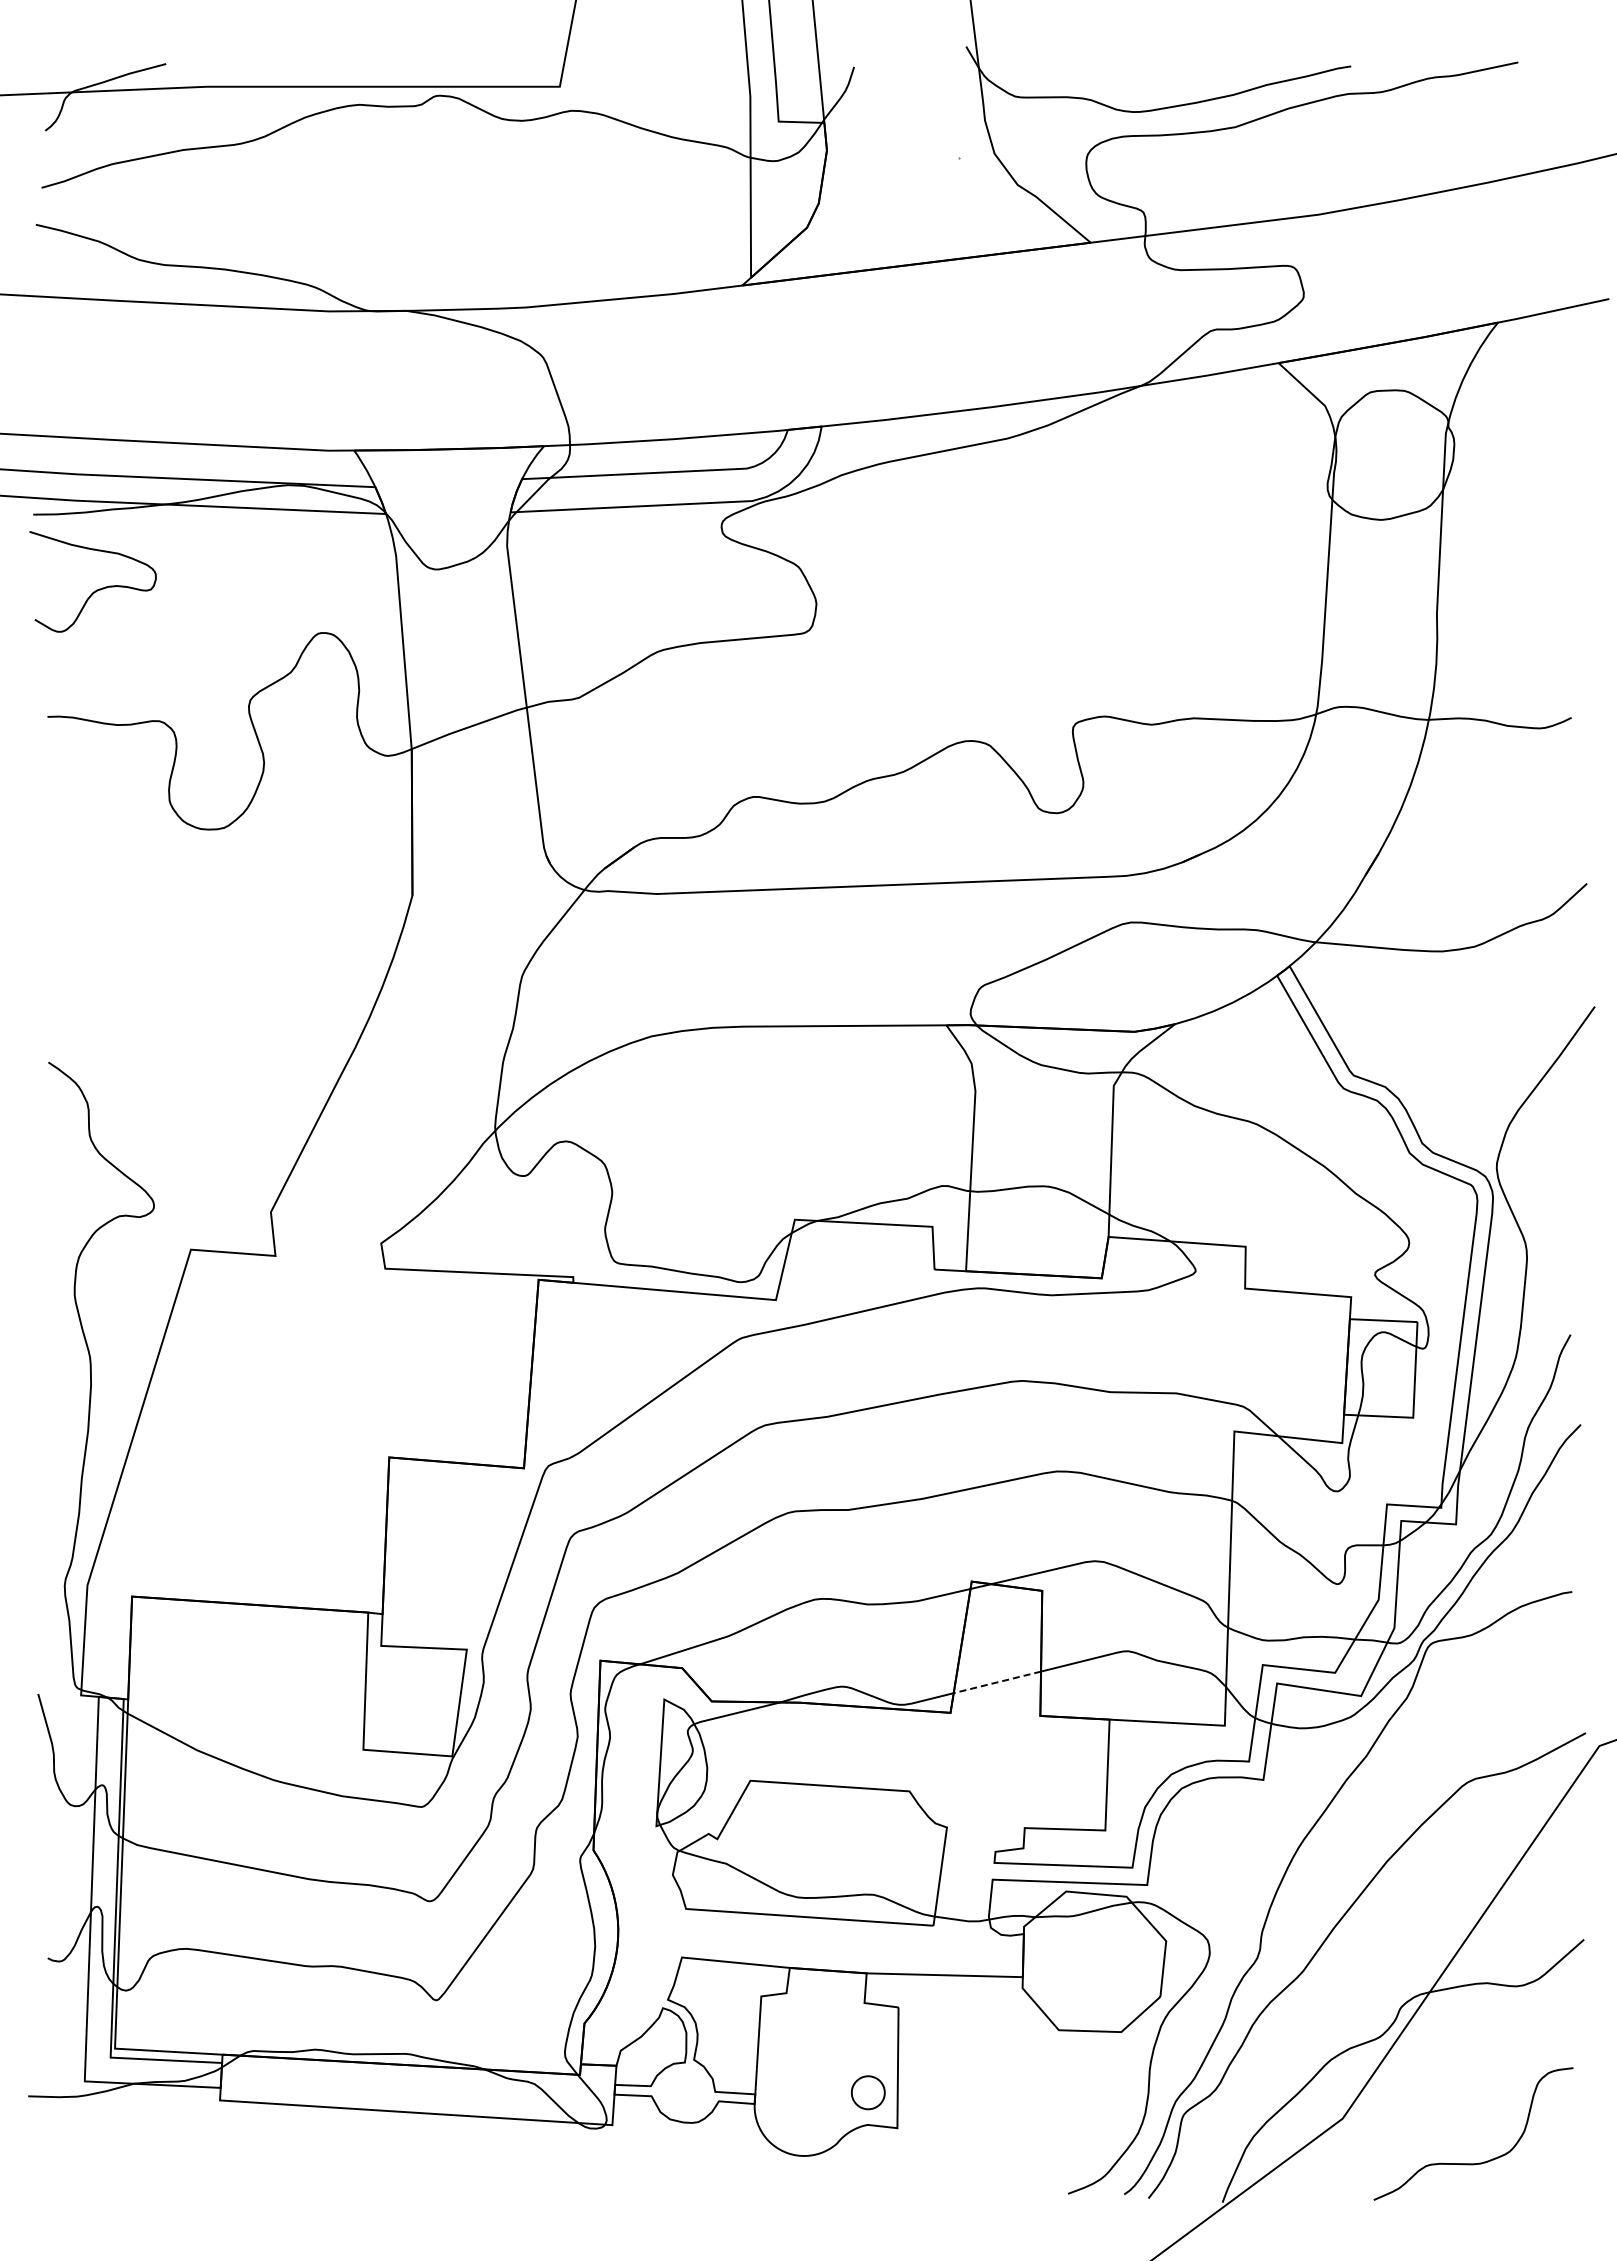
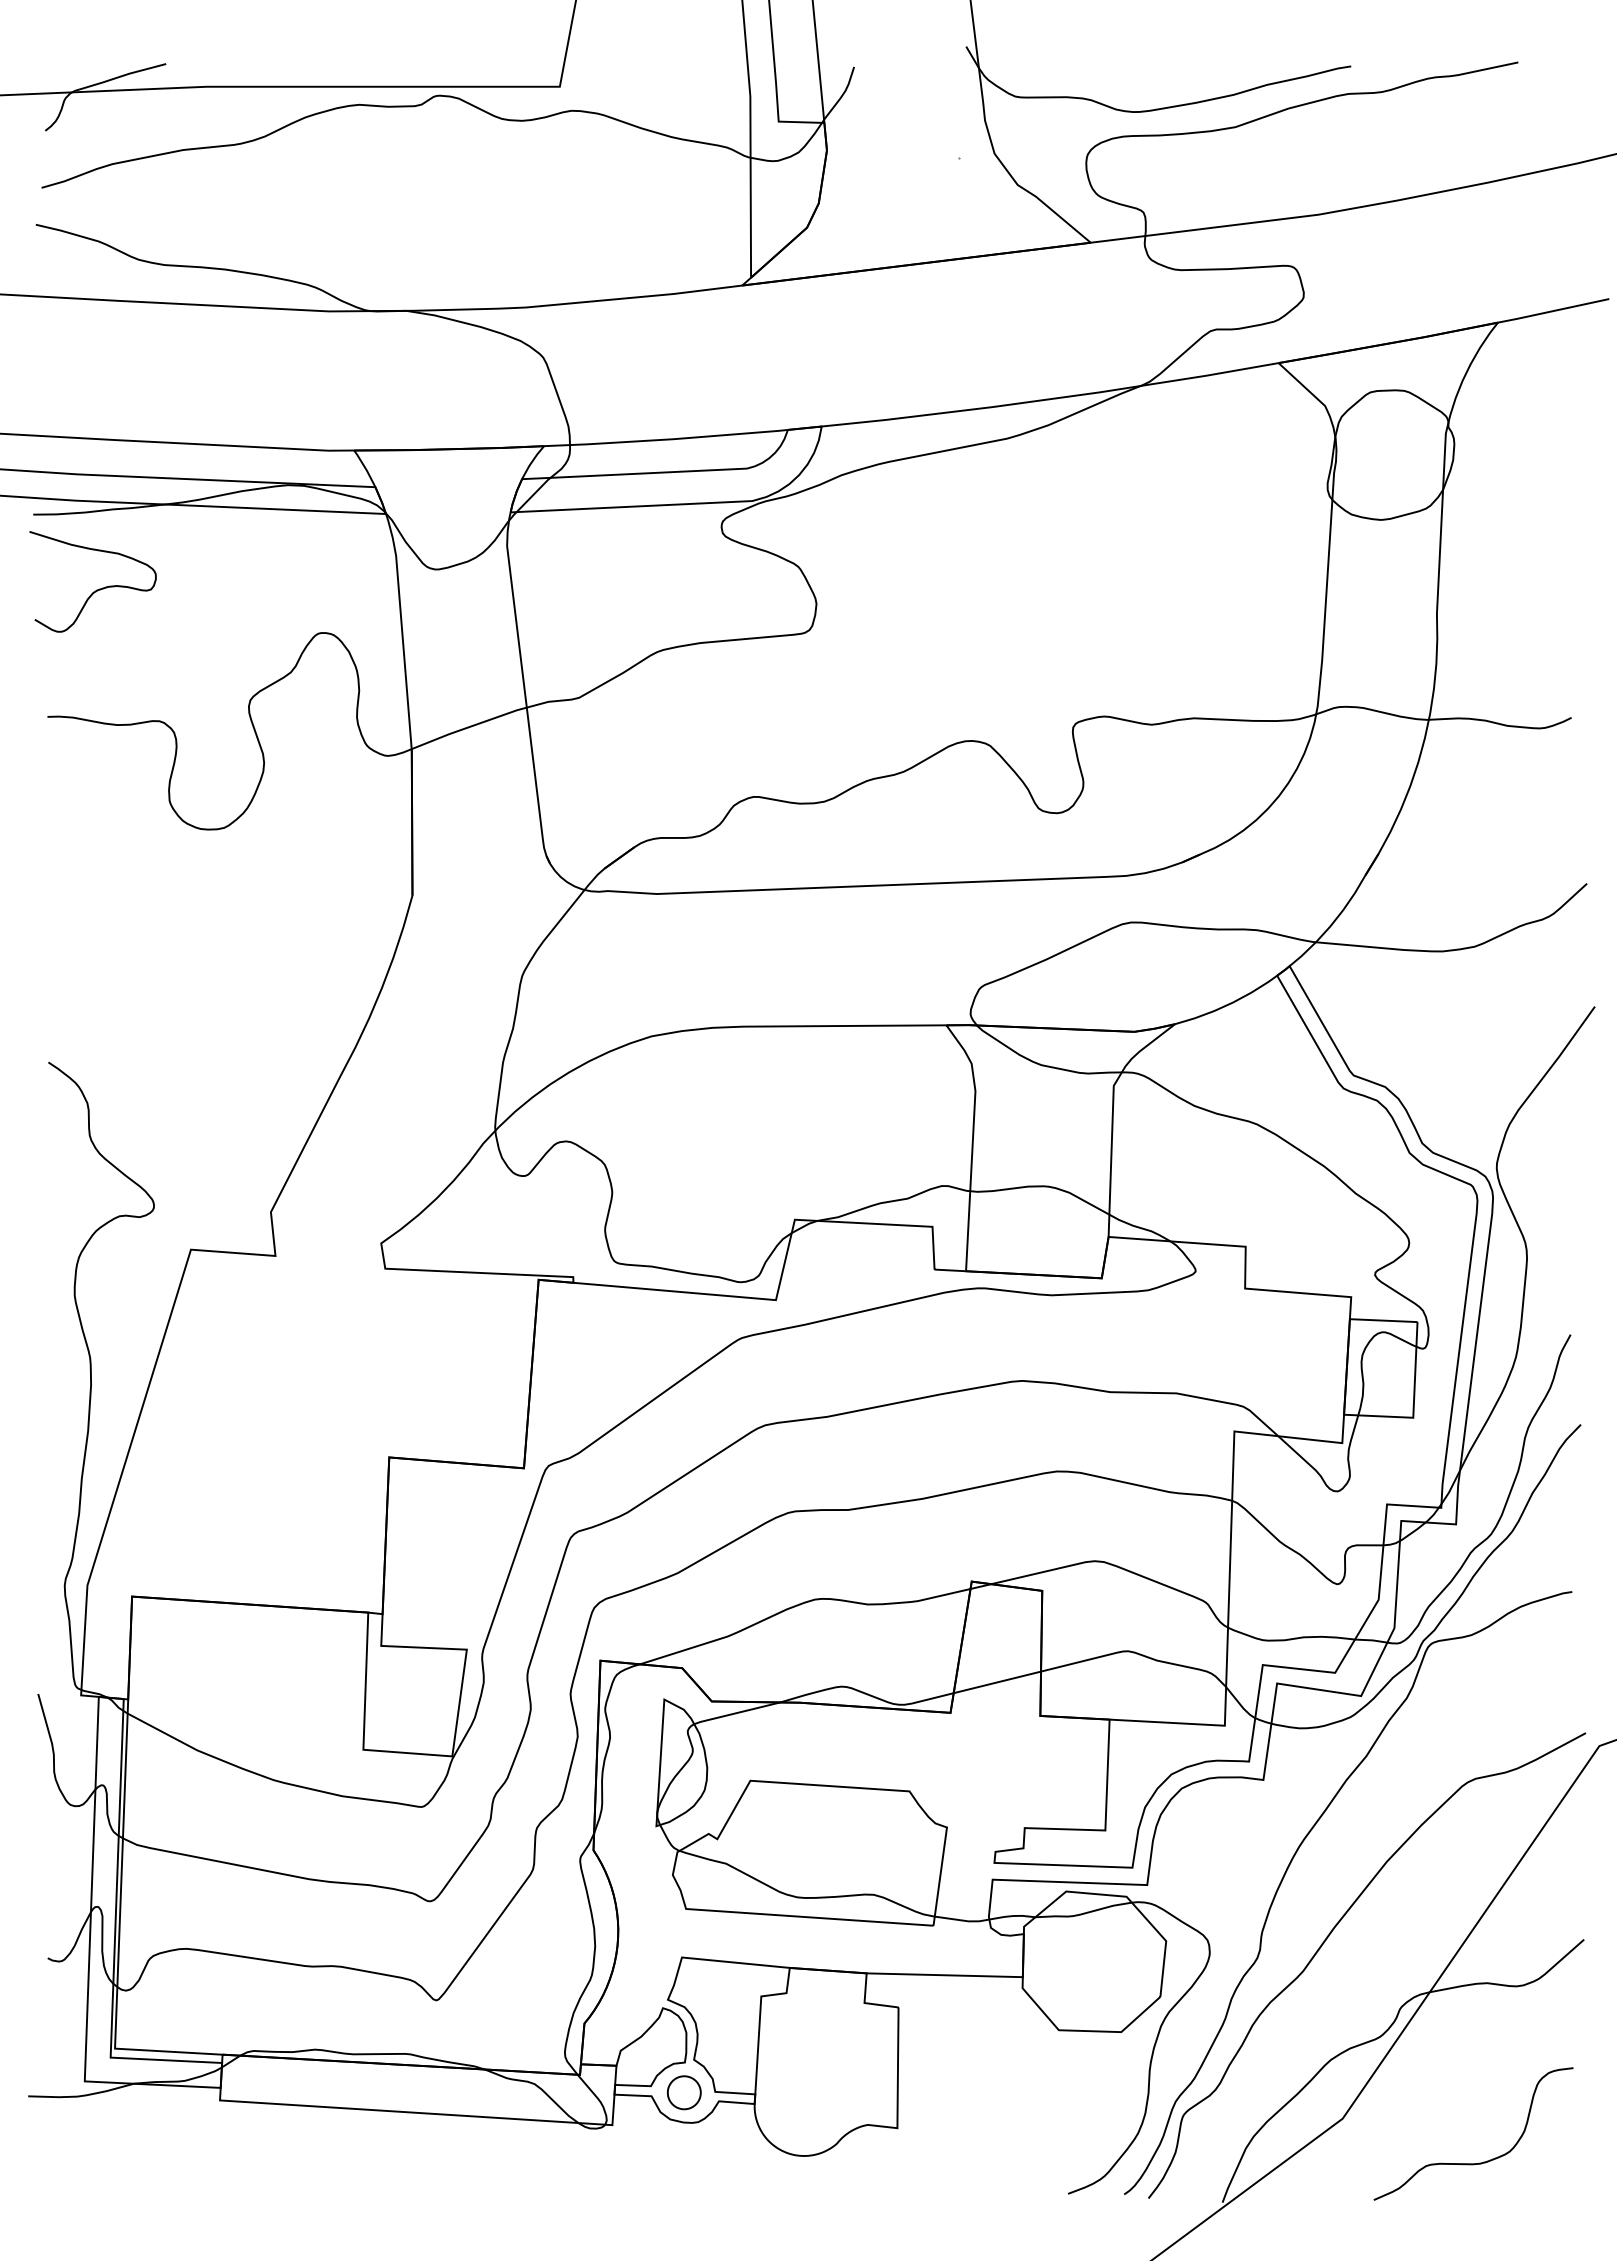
line at (997, 1682): dashed -> solid
part at (867, 2092) position: (867, 2092) -> (683, 2092)
